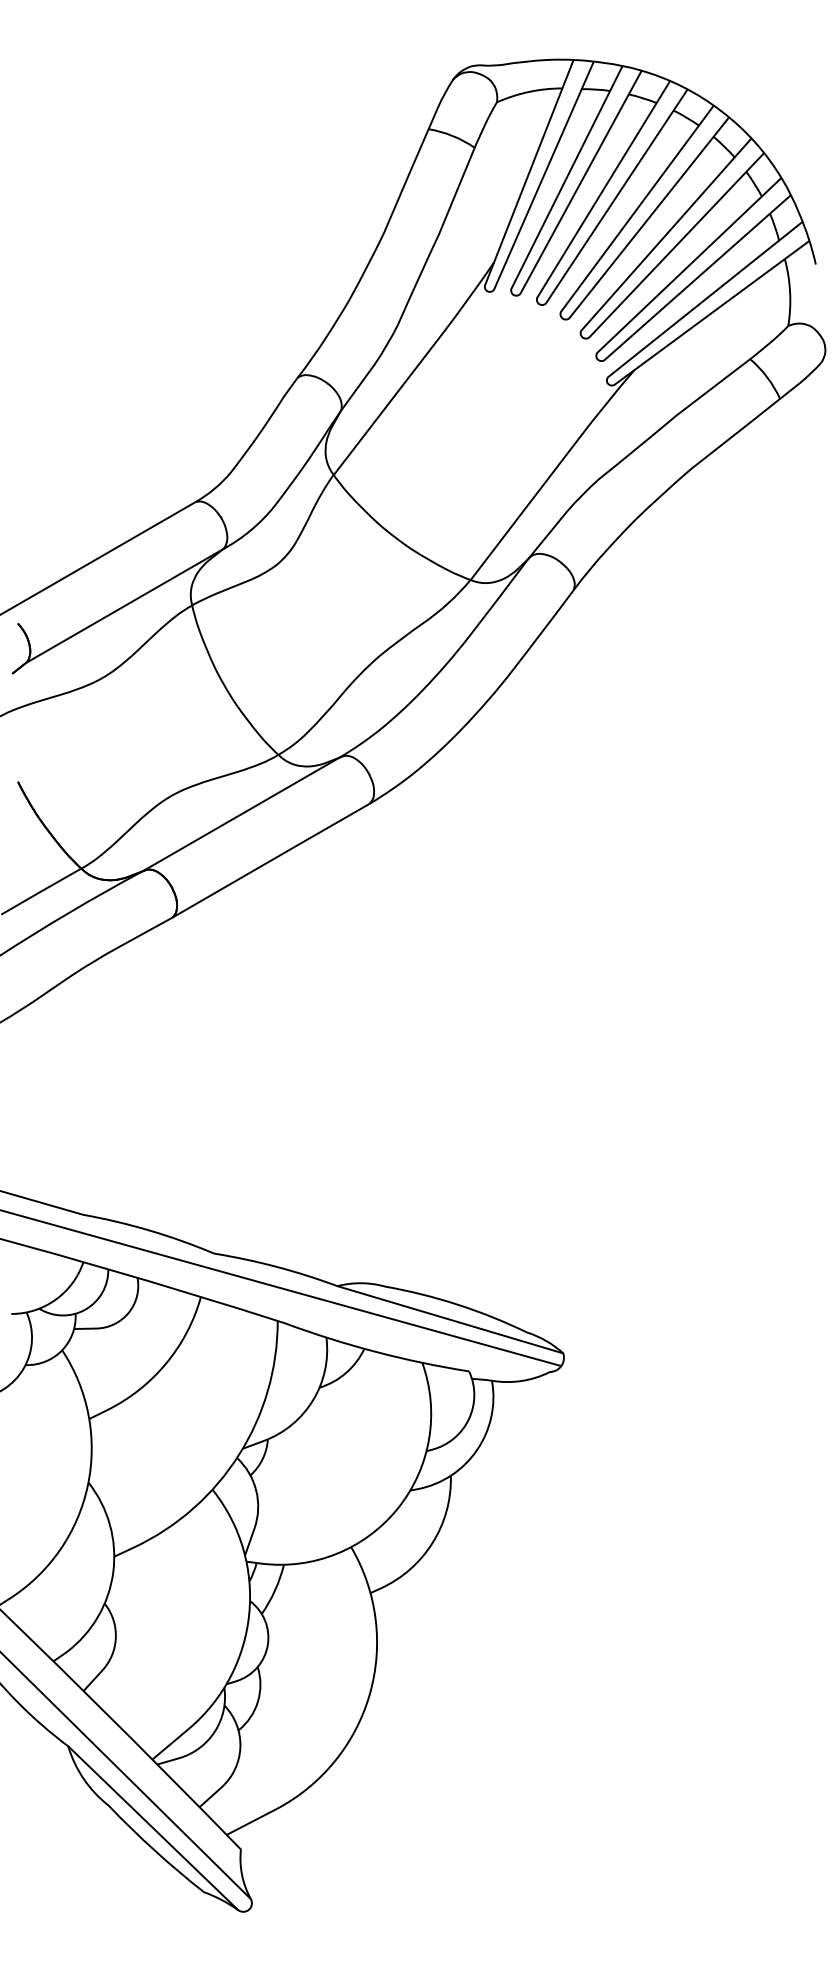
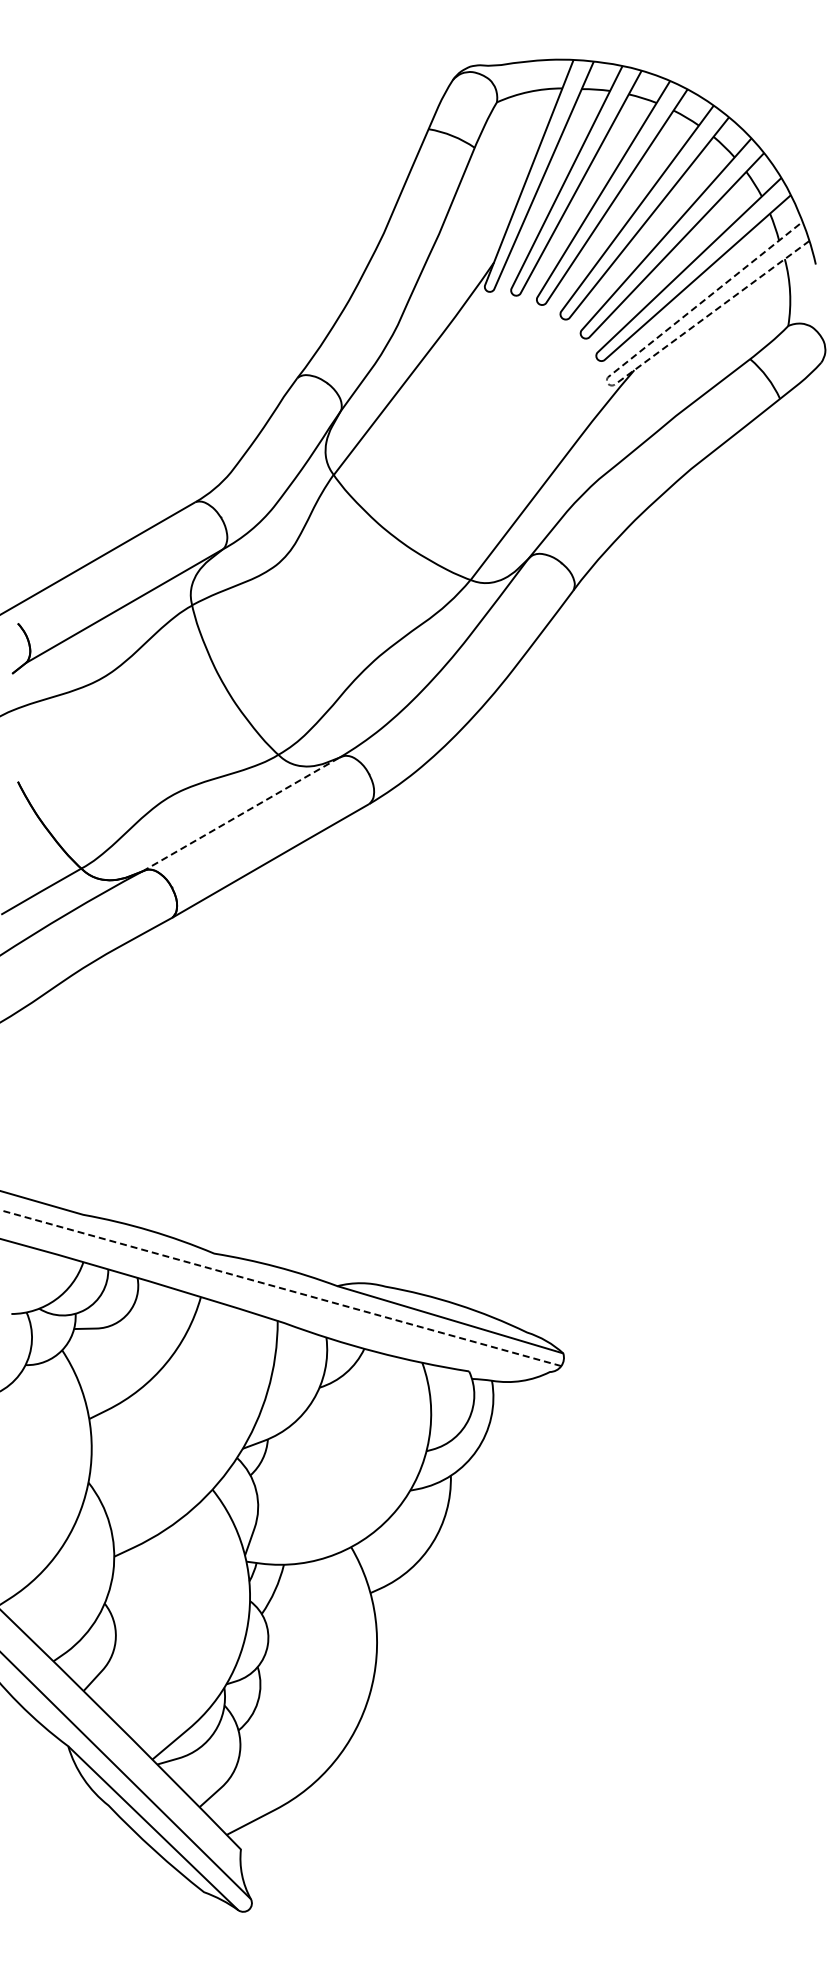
line at (607, 382): solid -> dashed
line at (240, 814): solid -> dashed
line at (280, 1287): solid -> dashed
